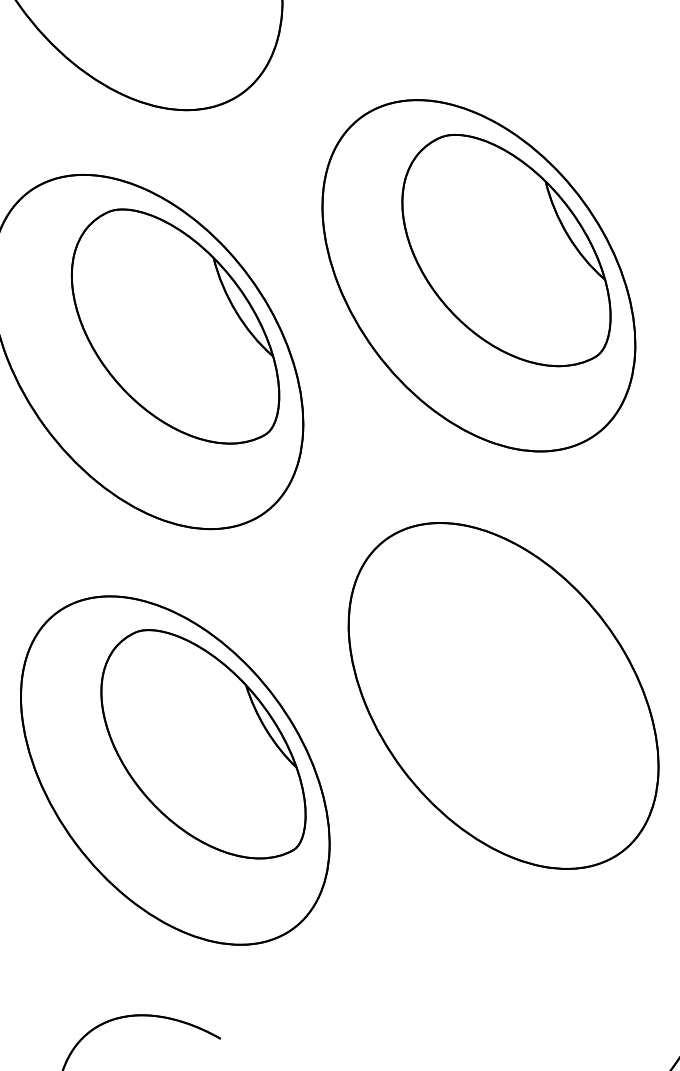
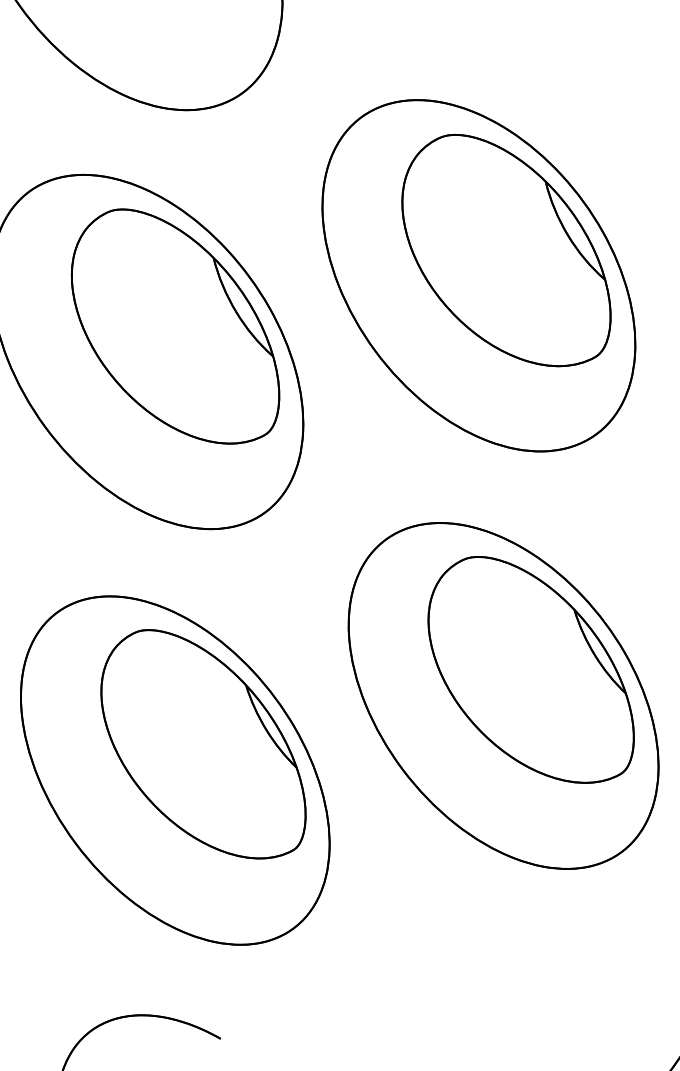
part at (530, 669): none -> present
